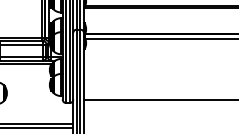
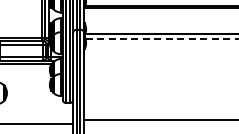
line at (162, 39): solid -> dashed
line at (159, 99) position: (159, 99) -> (159, 119)
line at (37, 127): present -> none
